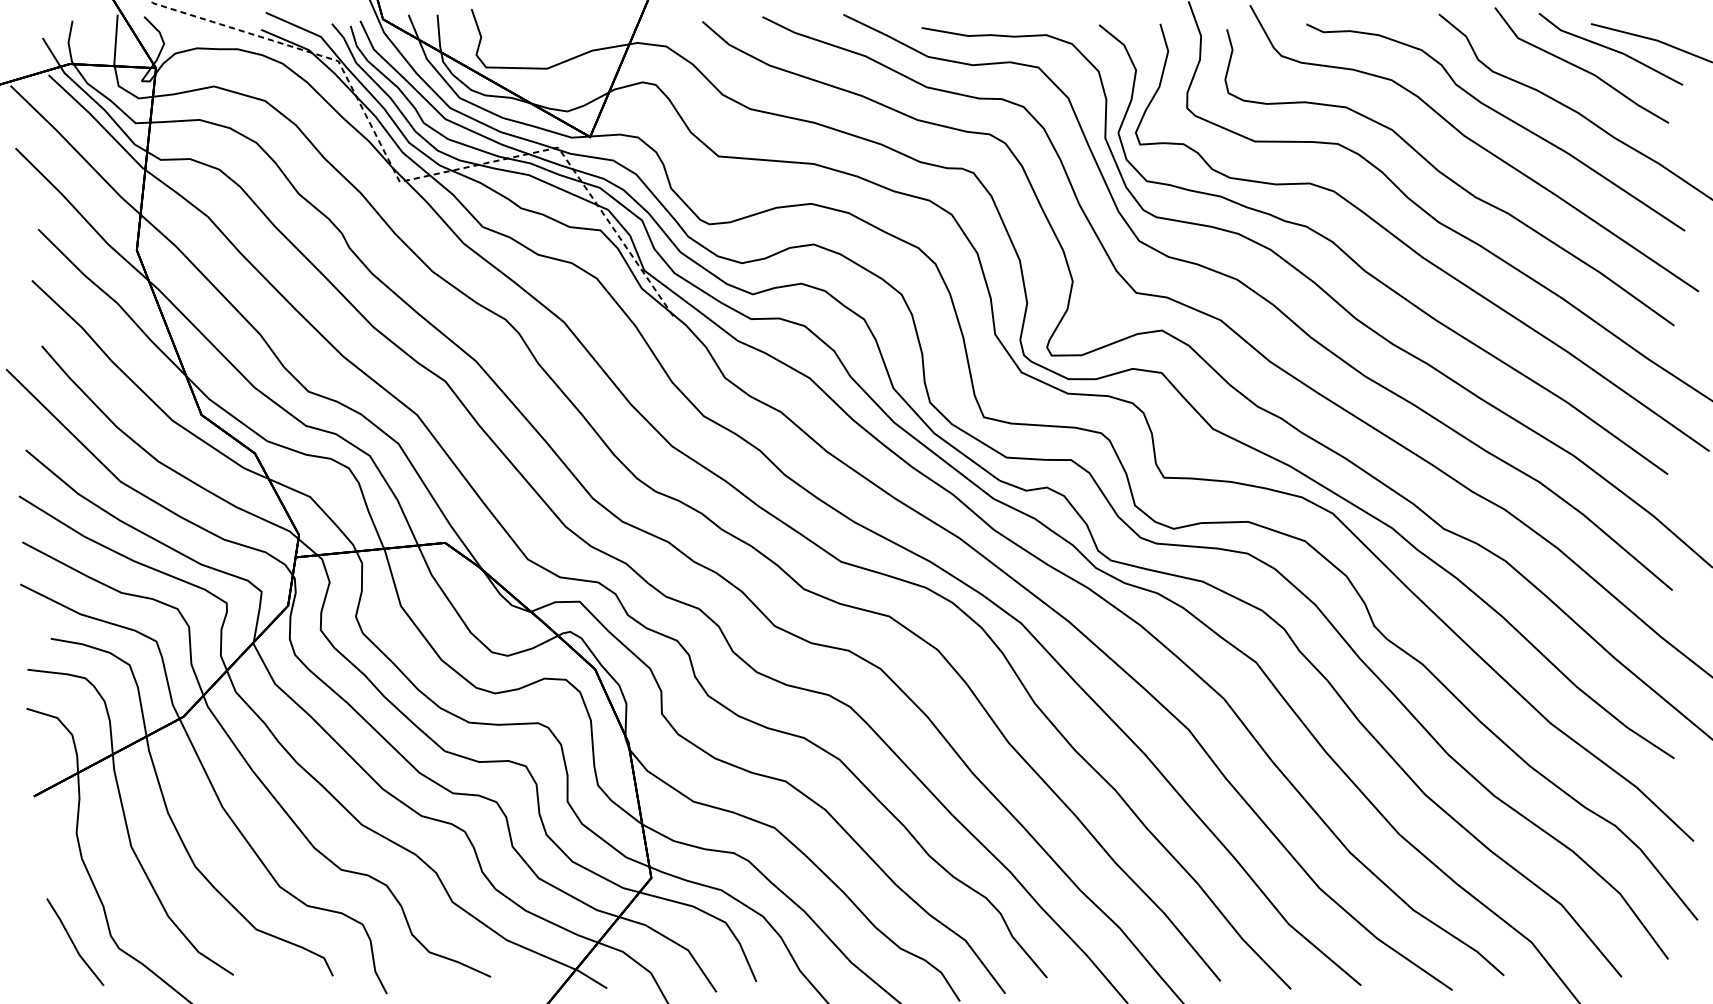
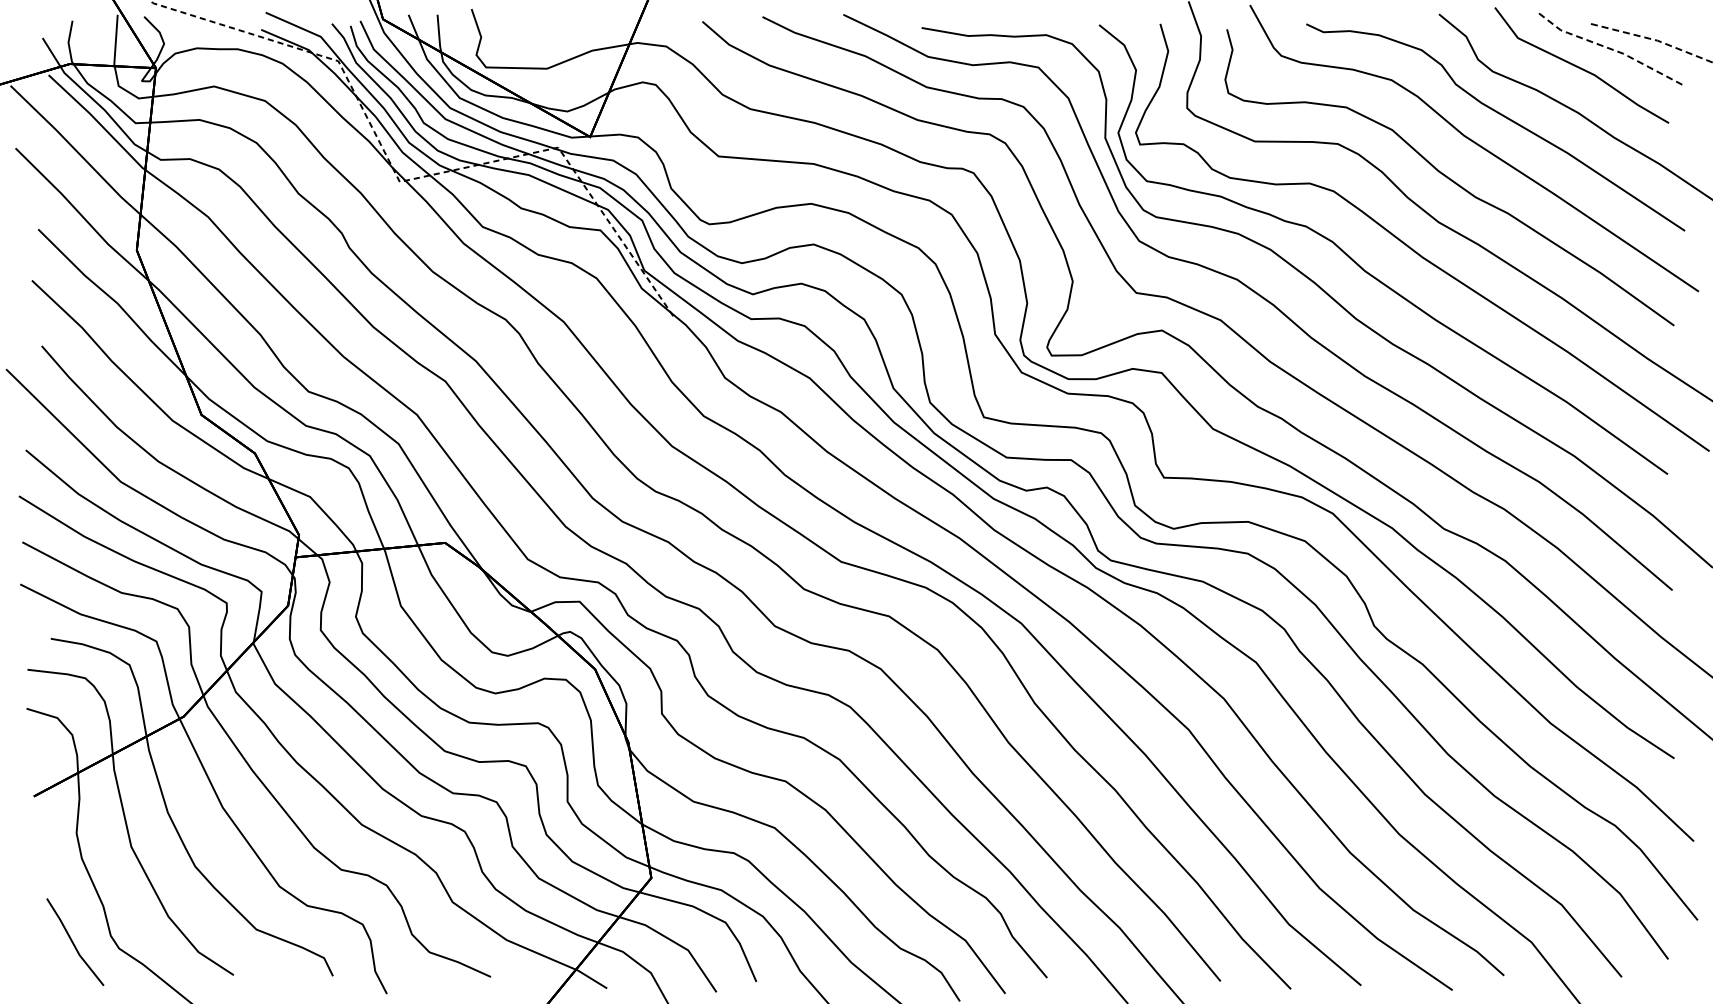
line at (1653, 39): solid -> dashed
line at (1610, 49): solid -> dashed
